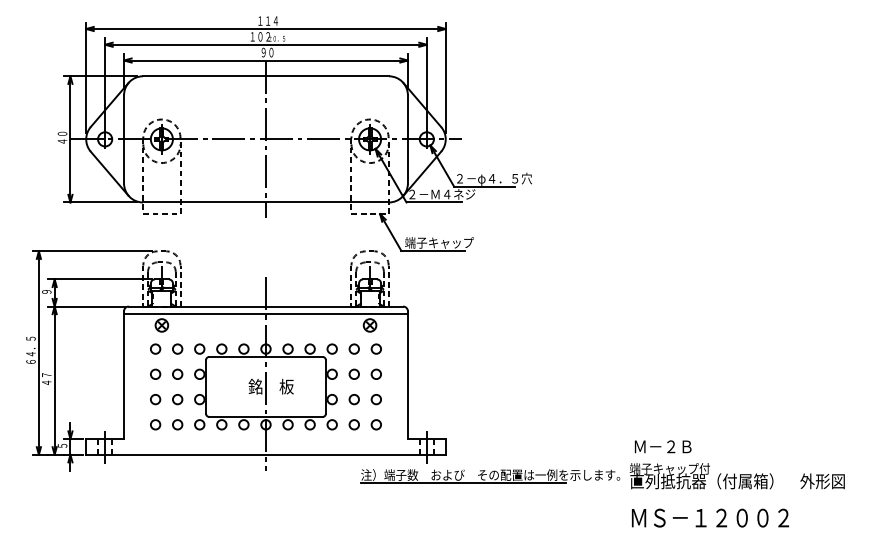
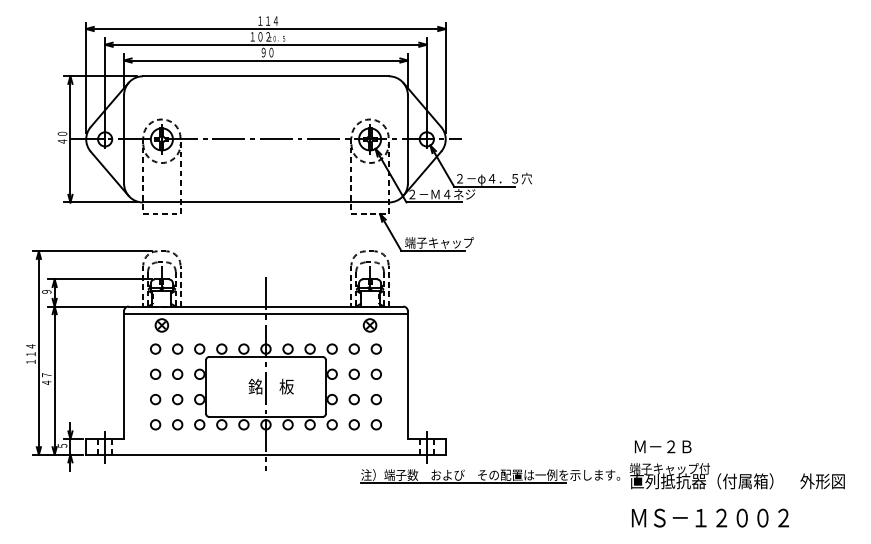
line at (265, 139): present -> none
text at (30, 349): ６４．５ -> １１４
